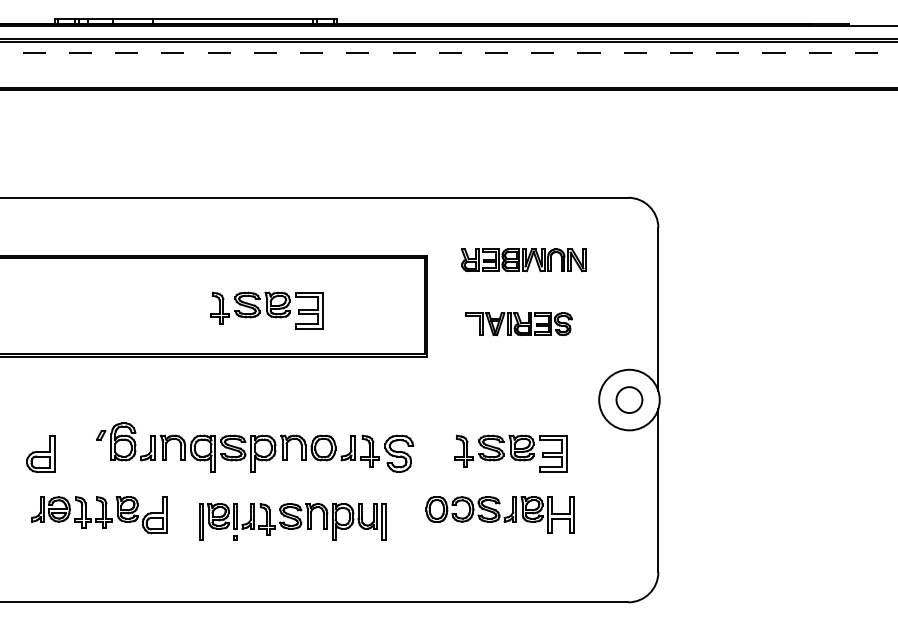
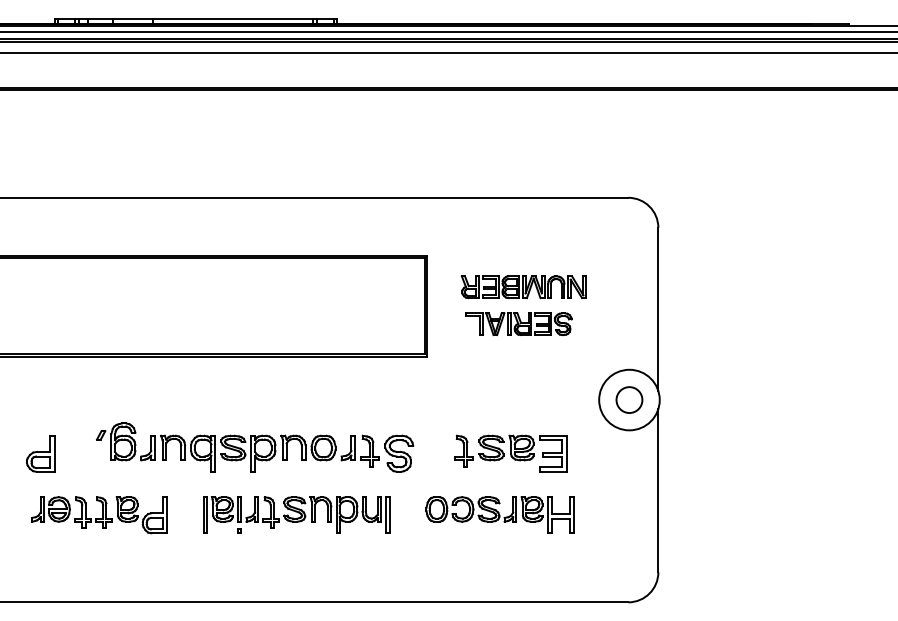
line at (448, 32): none -> present
line at (449, 53): dashed -> solid
part at (523, 260) position: (523, 260) -> (523, 287)
part at (266, 310): present -> none
part at (292, 521) position: (292, 521) -> (296, 514)
